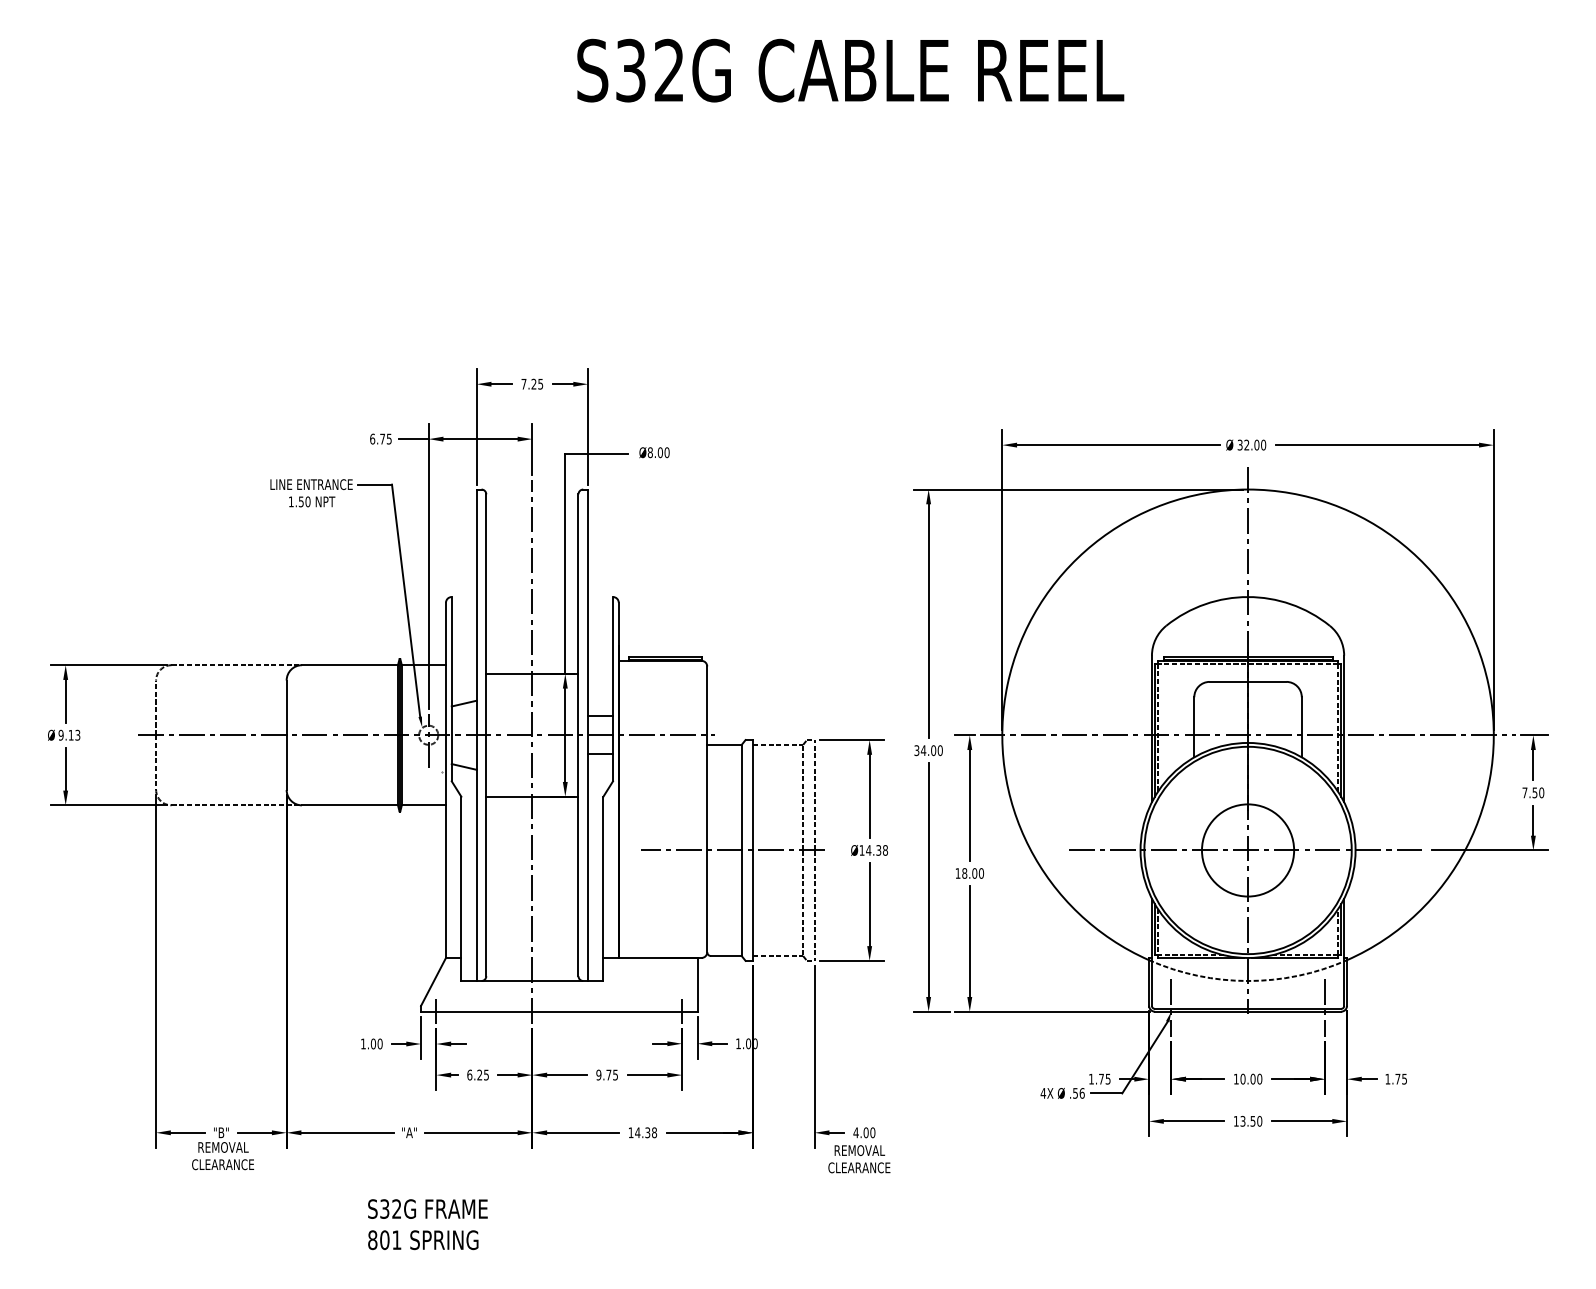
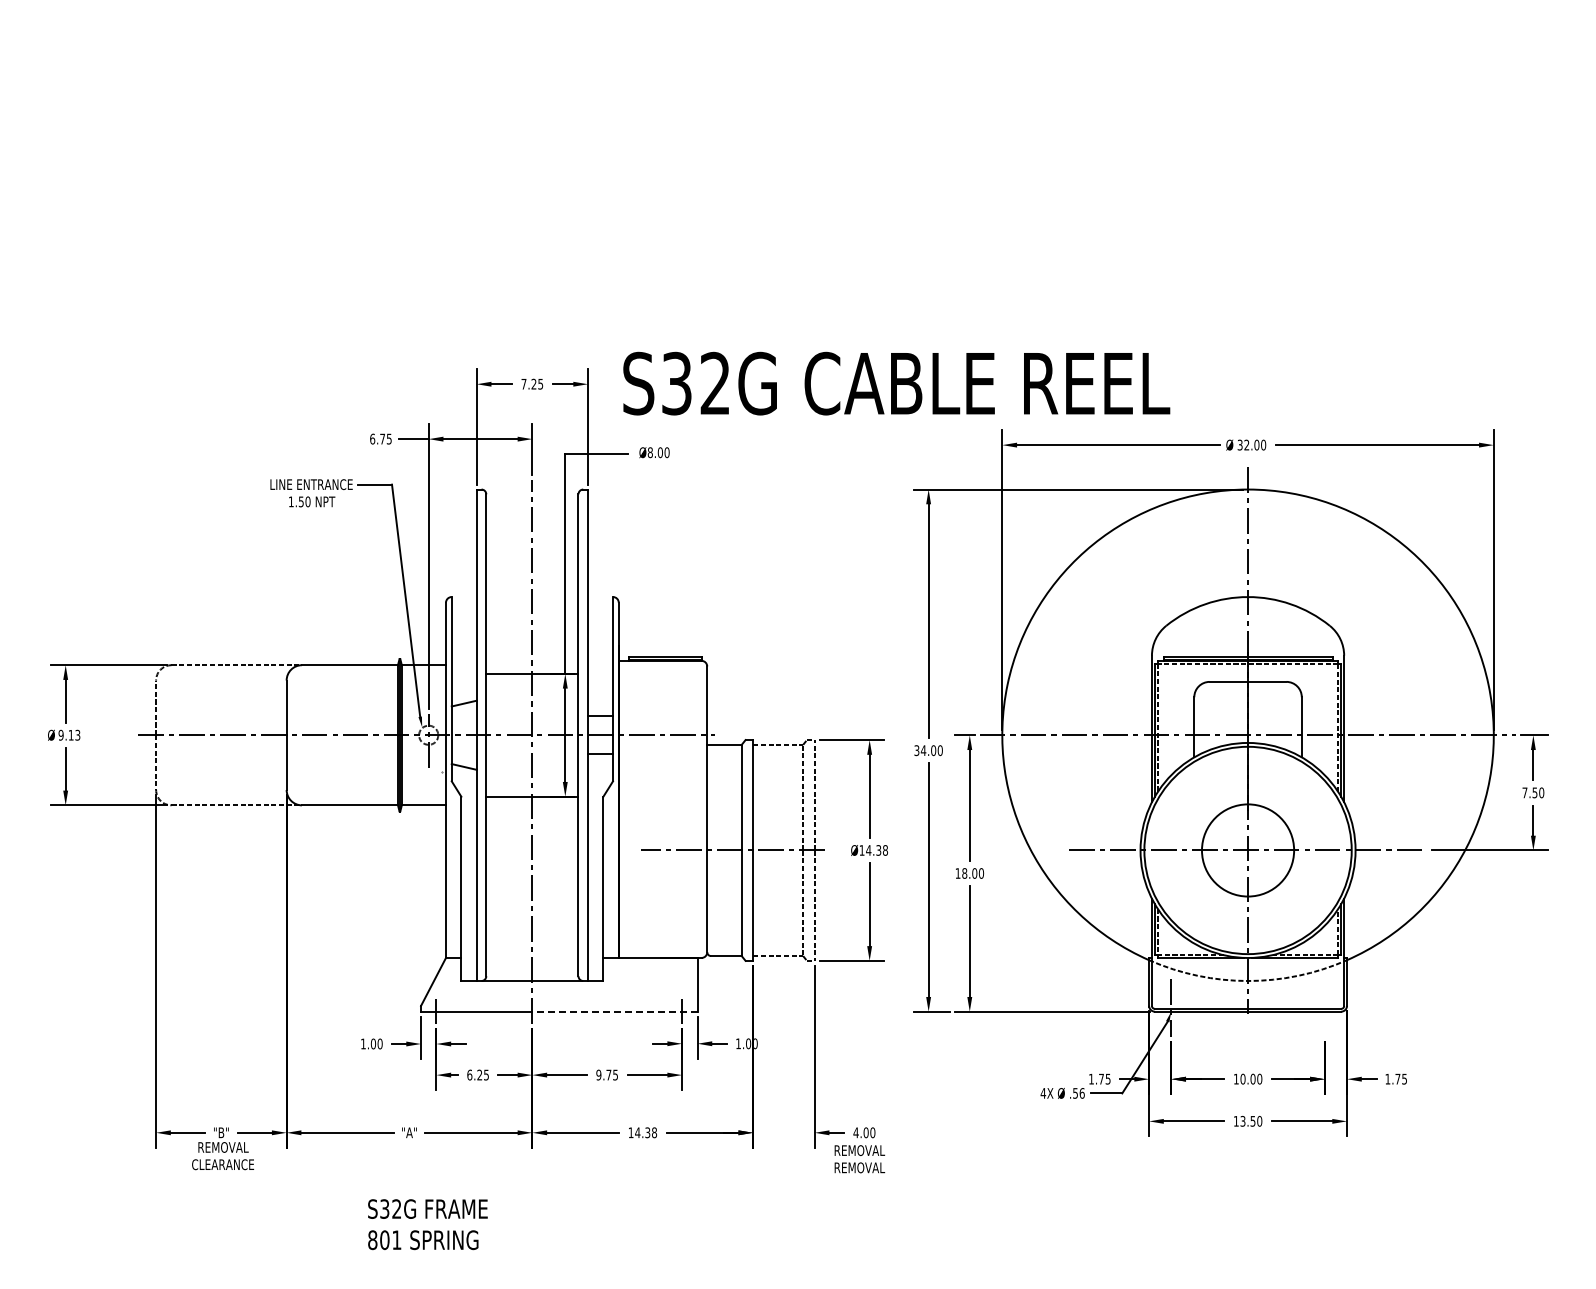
text at (850, 70) position: (850, 70) -> (896, 383)
line at (1324, 1008): present -> none
line at (614, 1011): solid -> dashed
text at (859, 1167): CLEARANCE -> REMOVAL
